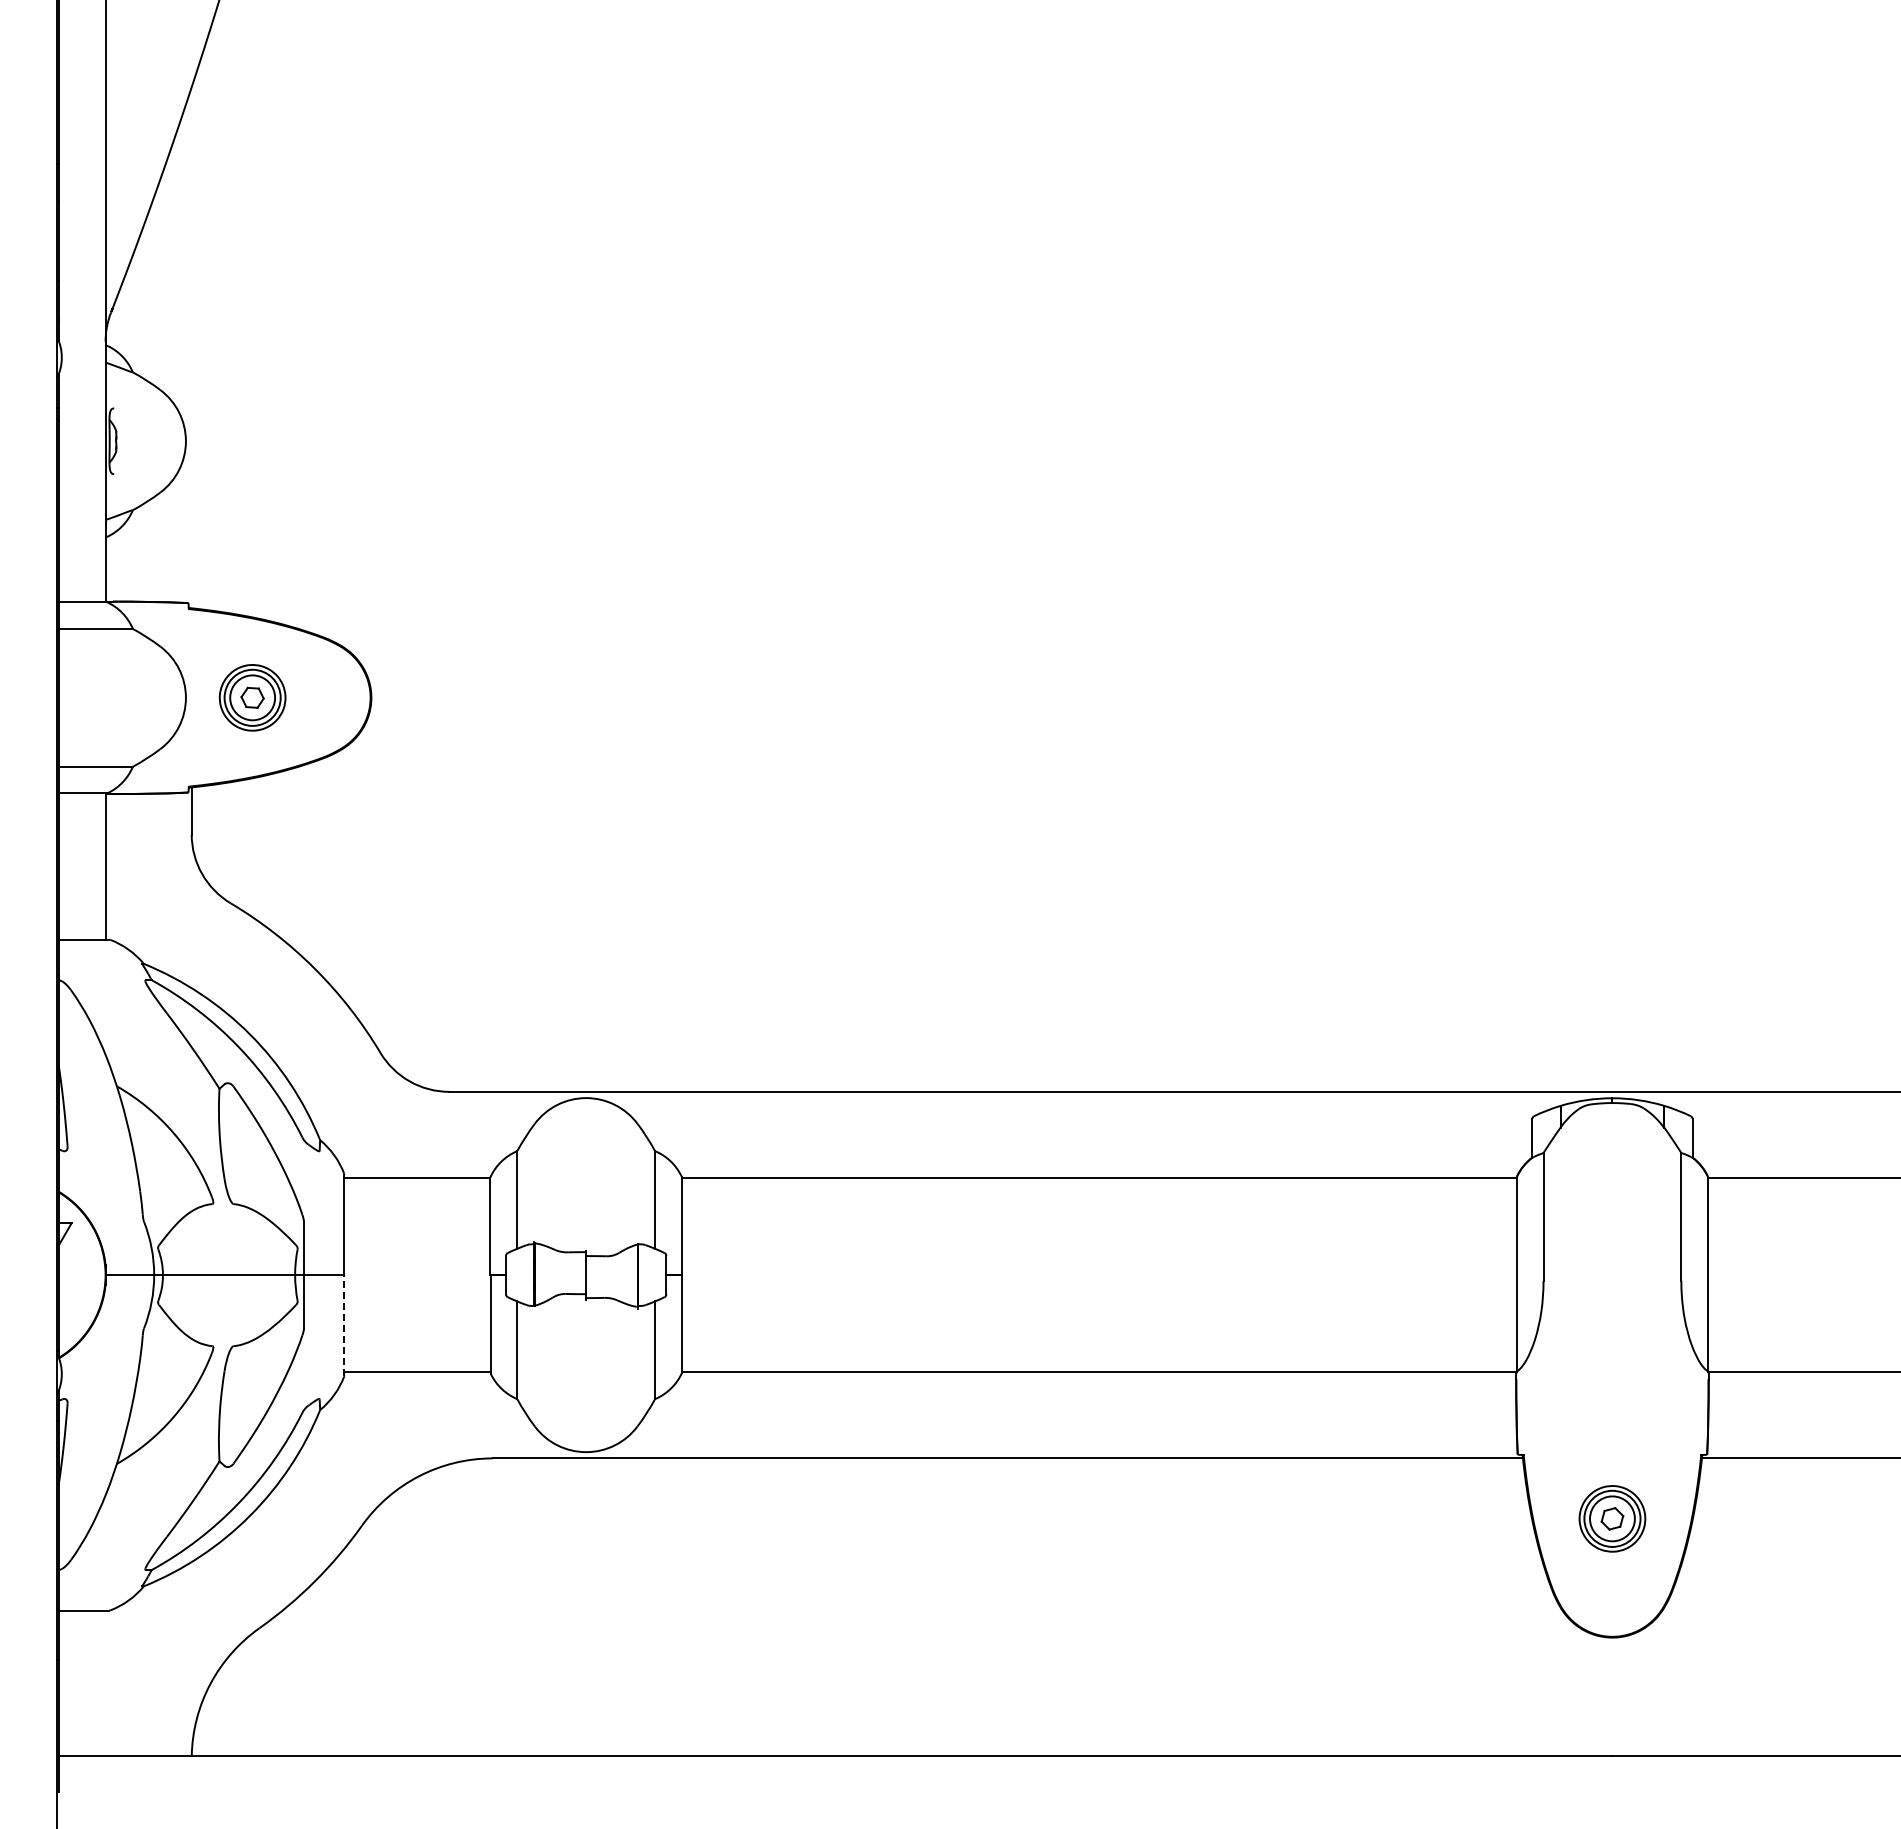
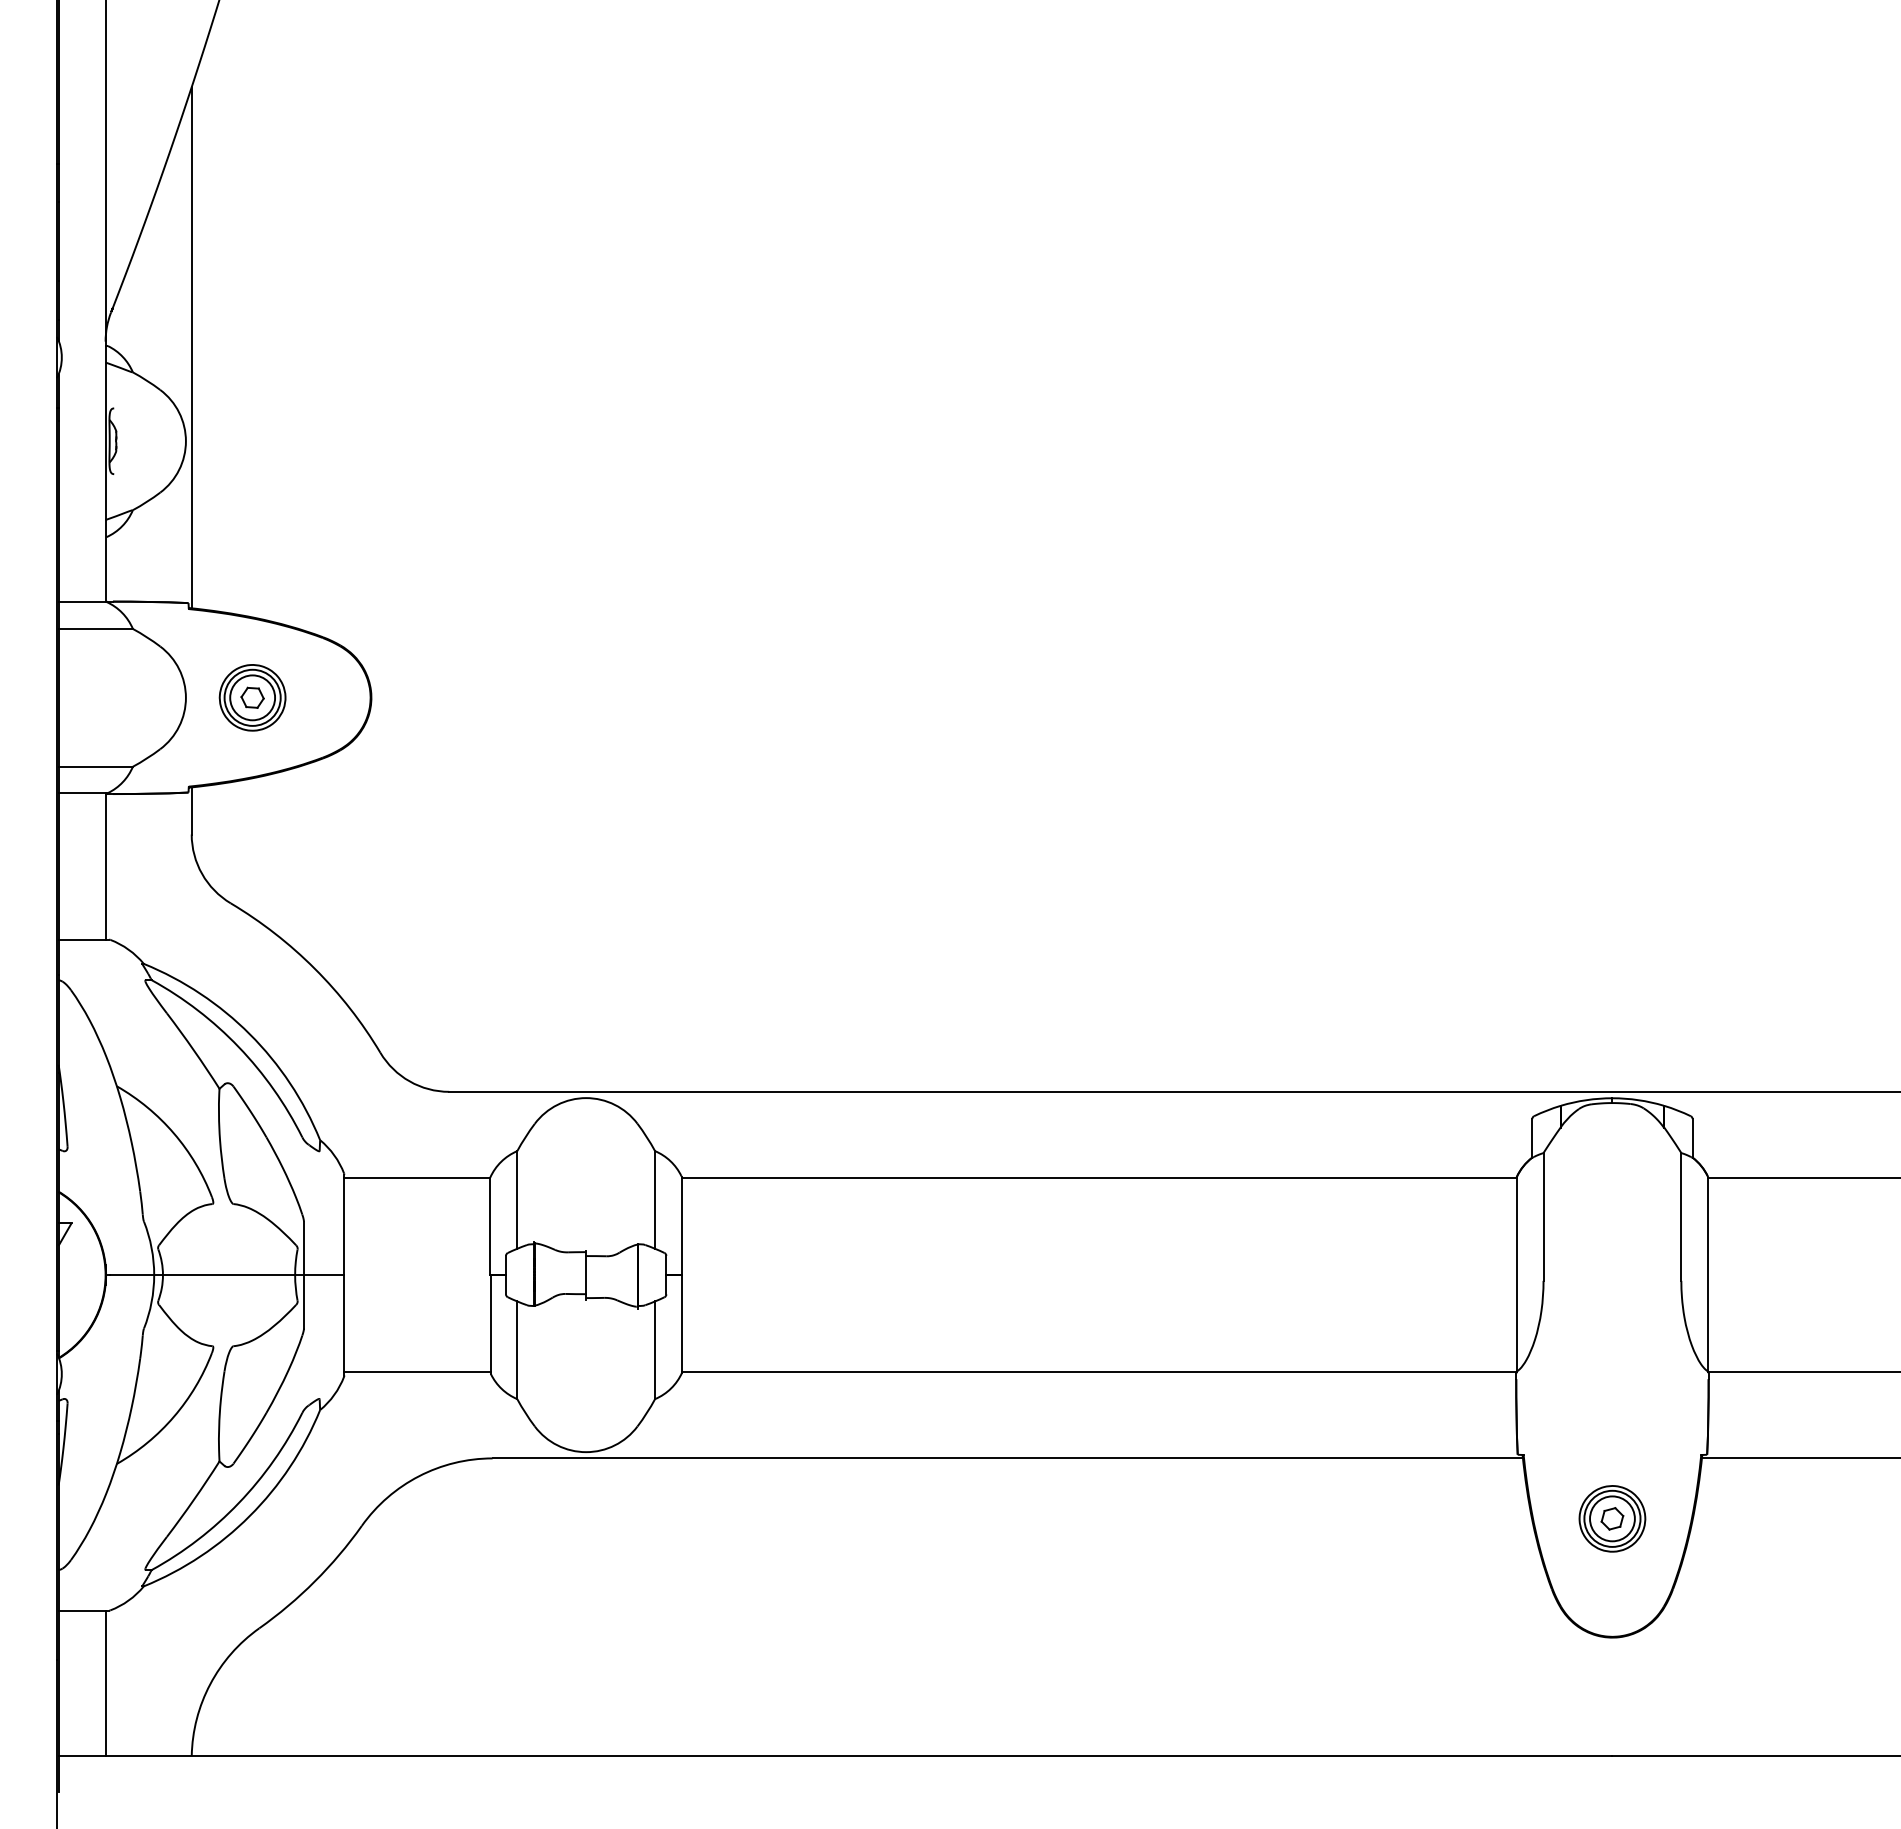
line at (191, 347): none -> present
line at (344, 1324): dashed -> solid
line at (105, 1683): none -> present
